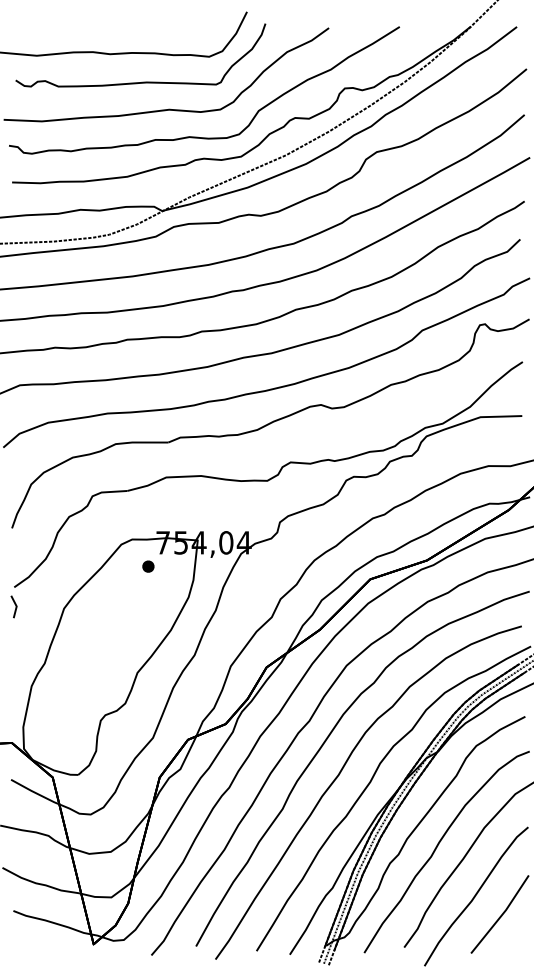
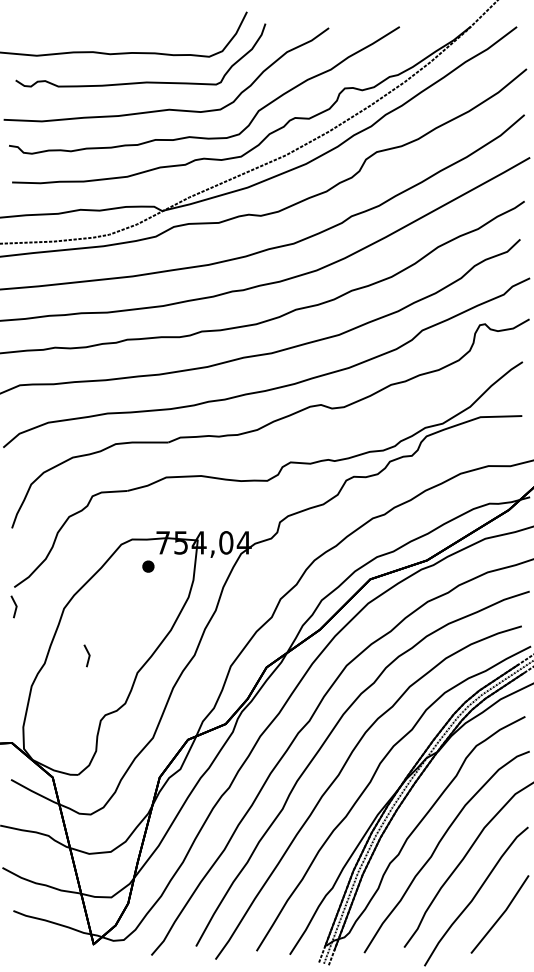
line at (88, 655): none -> present
